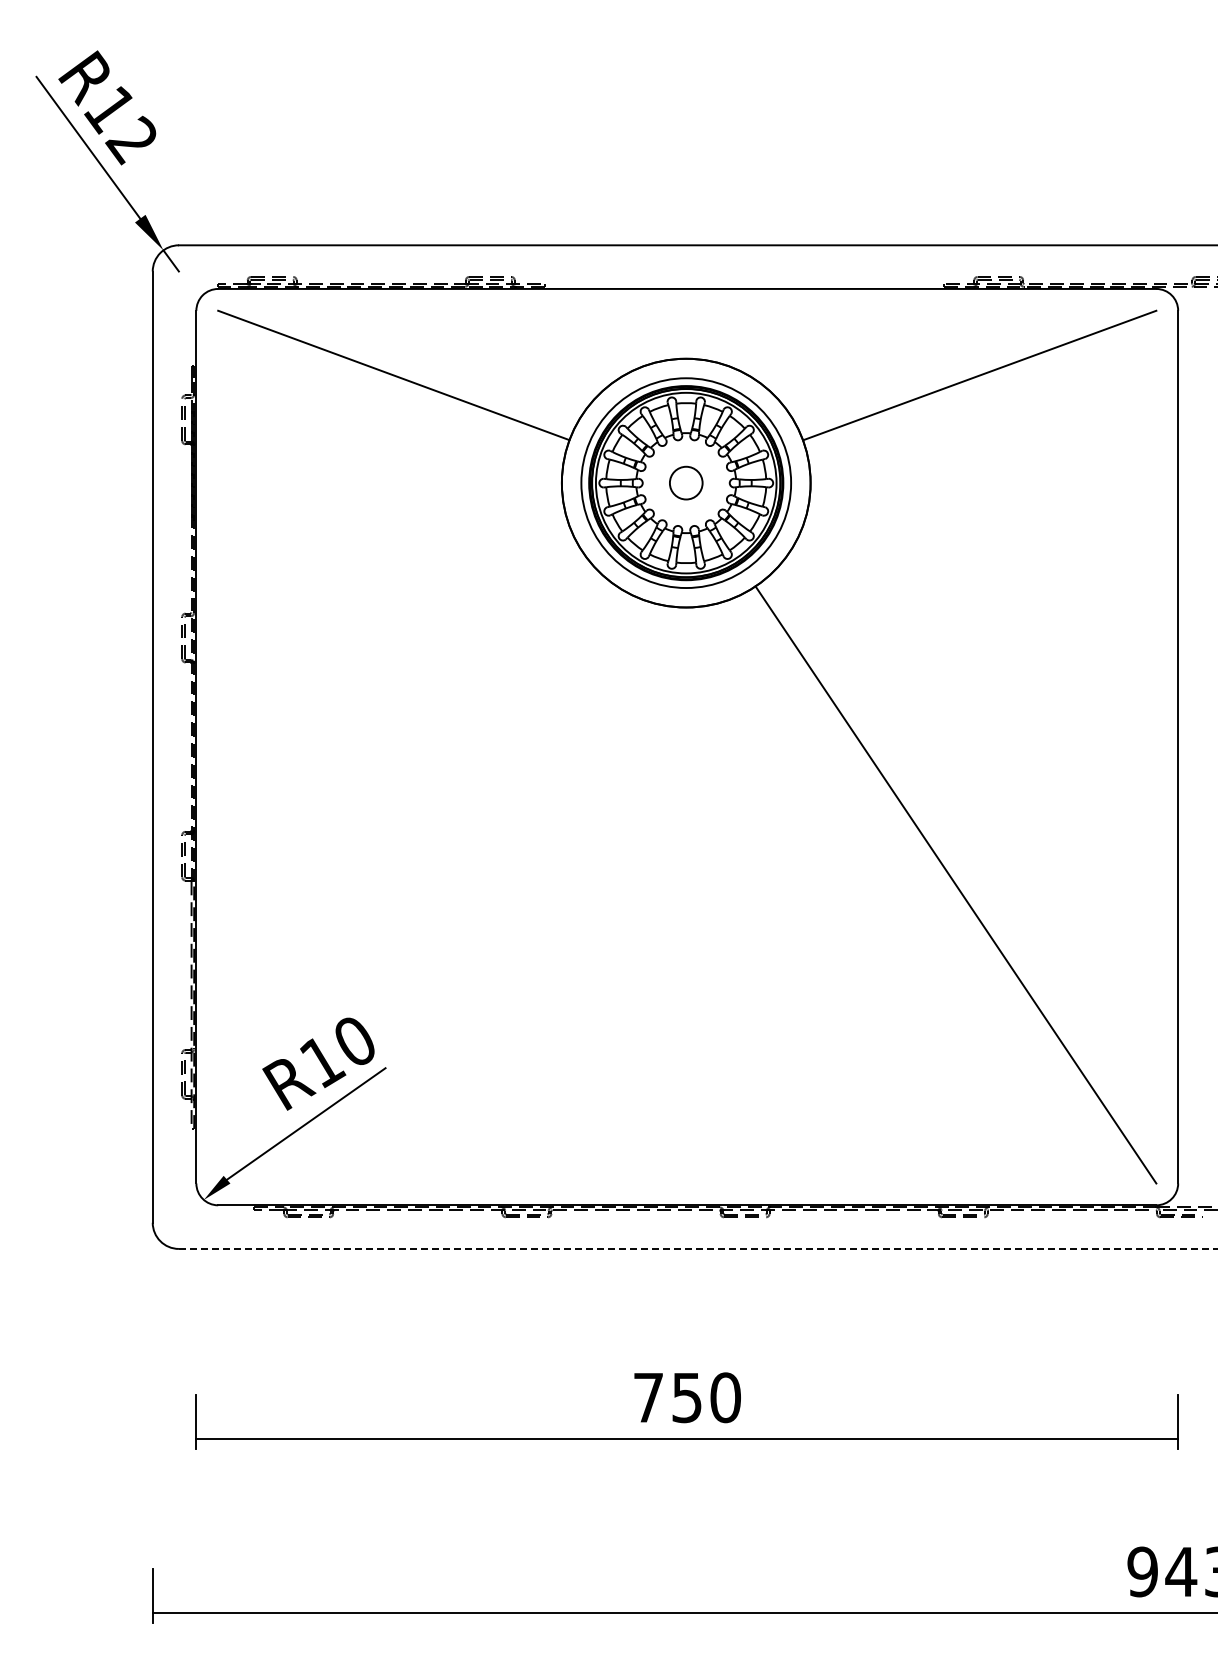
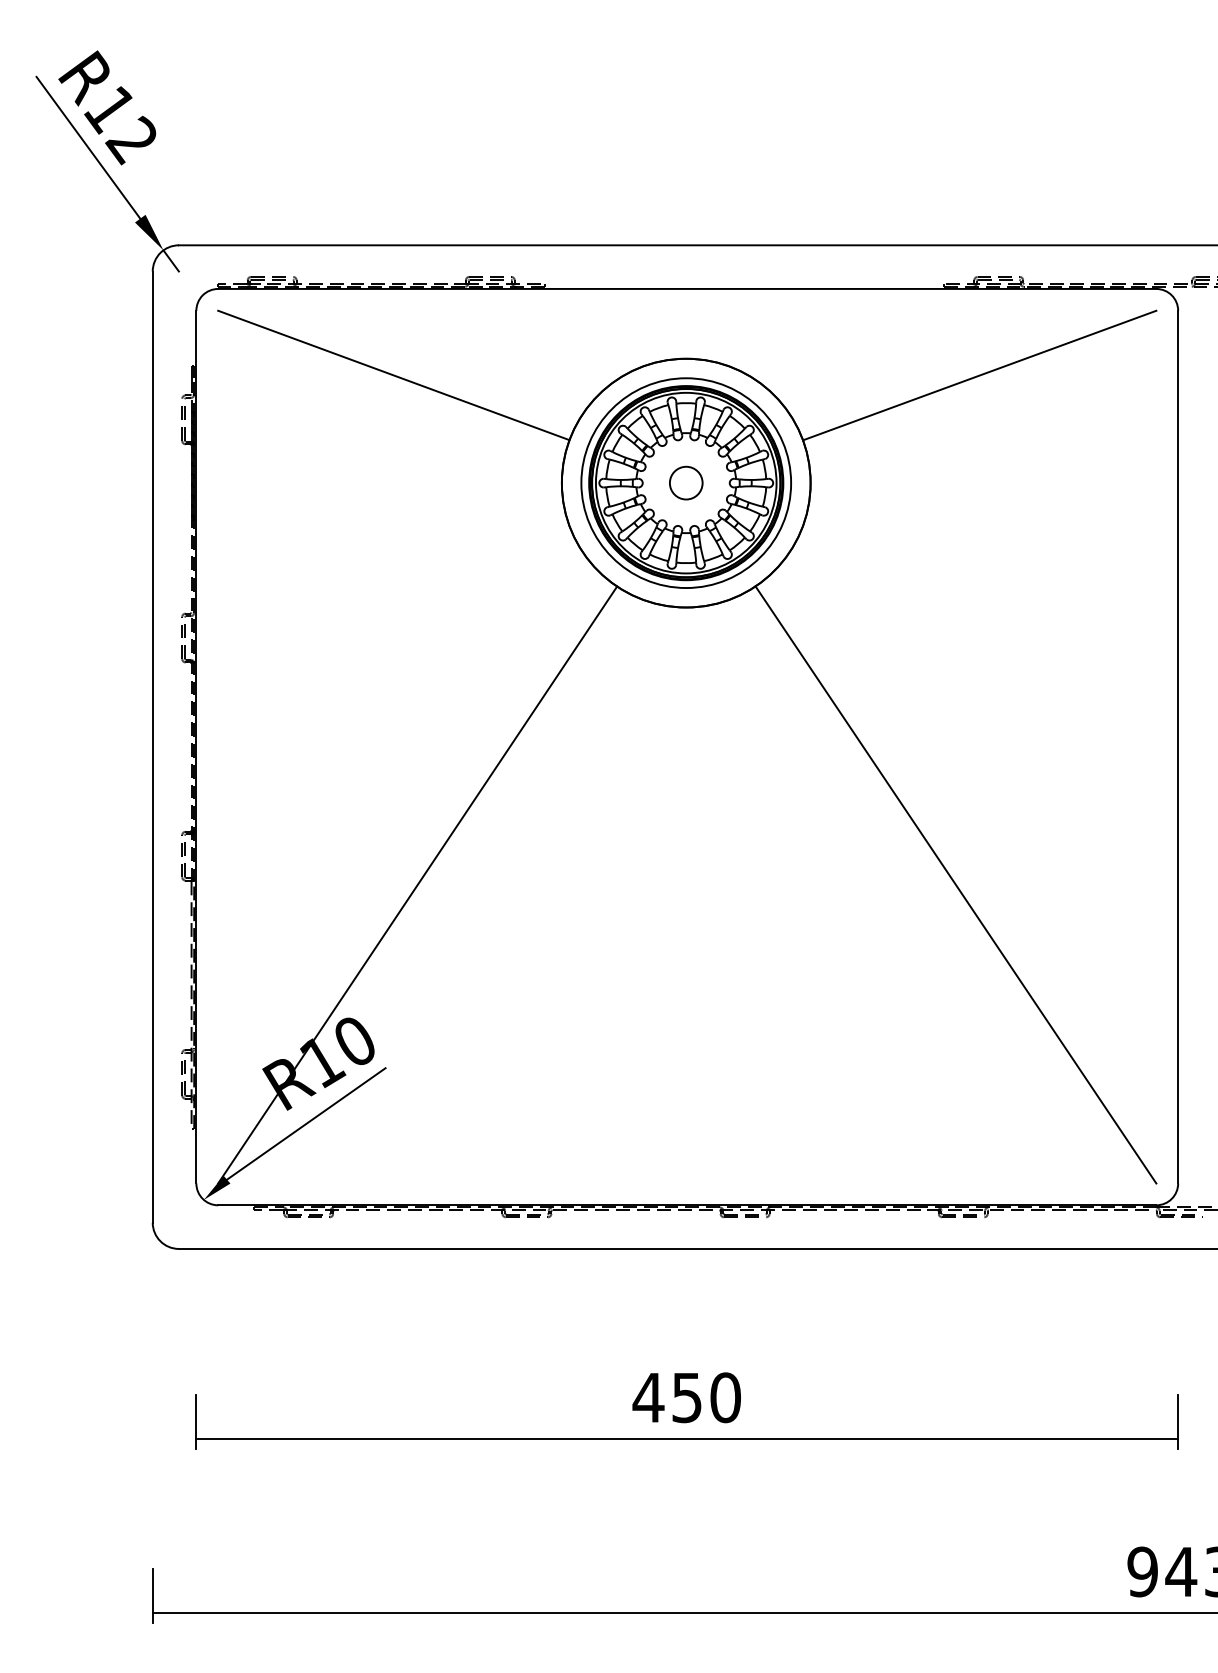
line at (417, 884): none -> present
line at (698, 1248): dashed -> solid
text at (648, 1397): 750 -> 450
